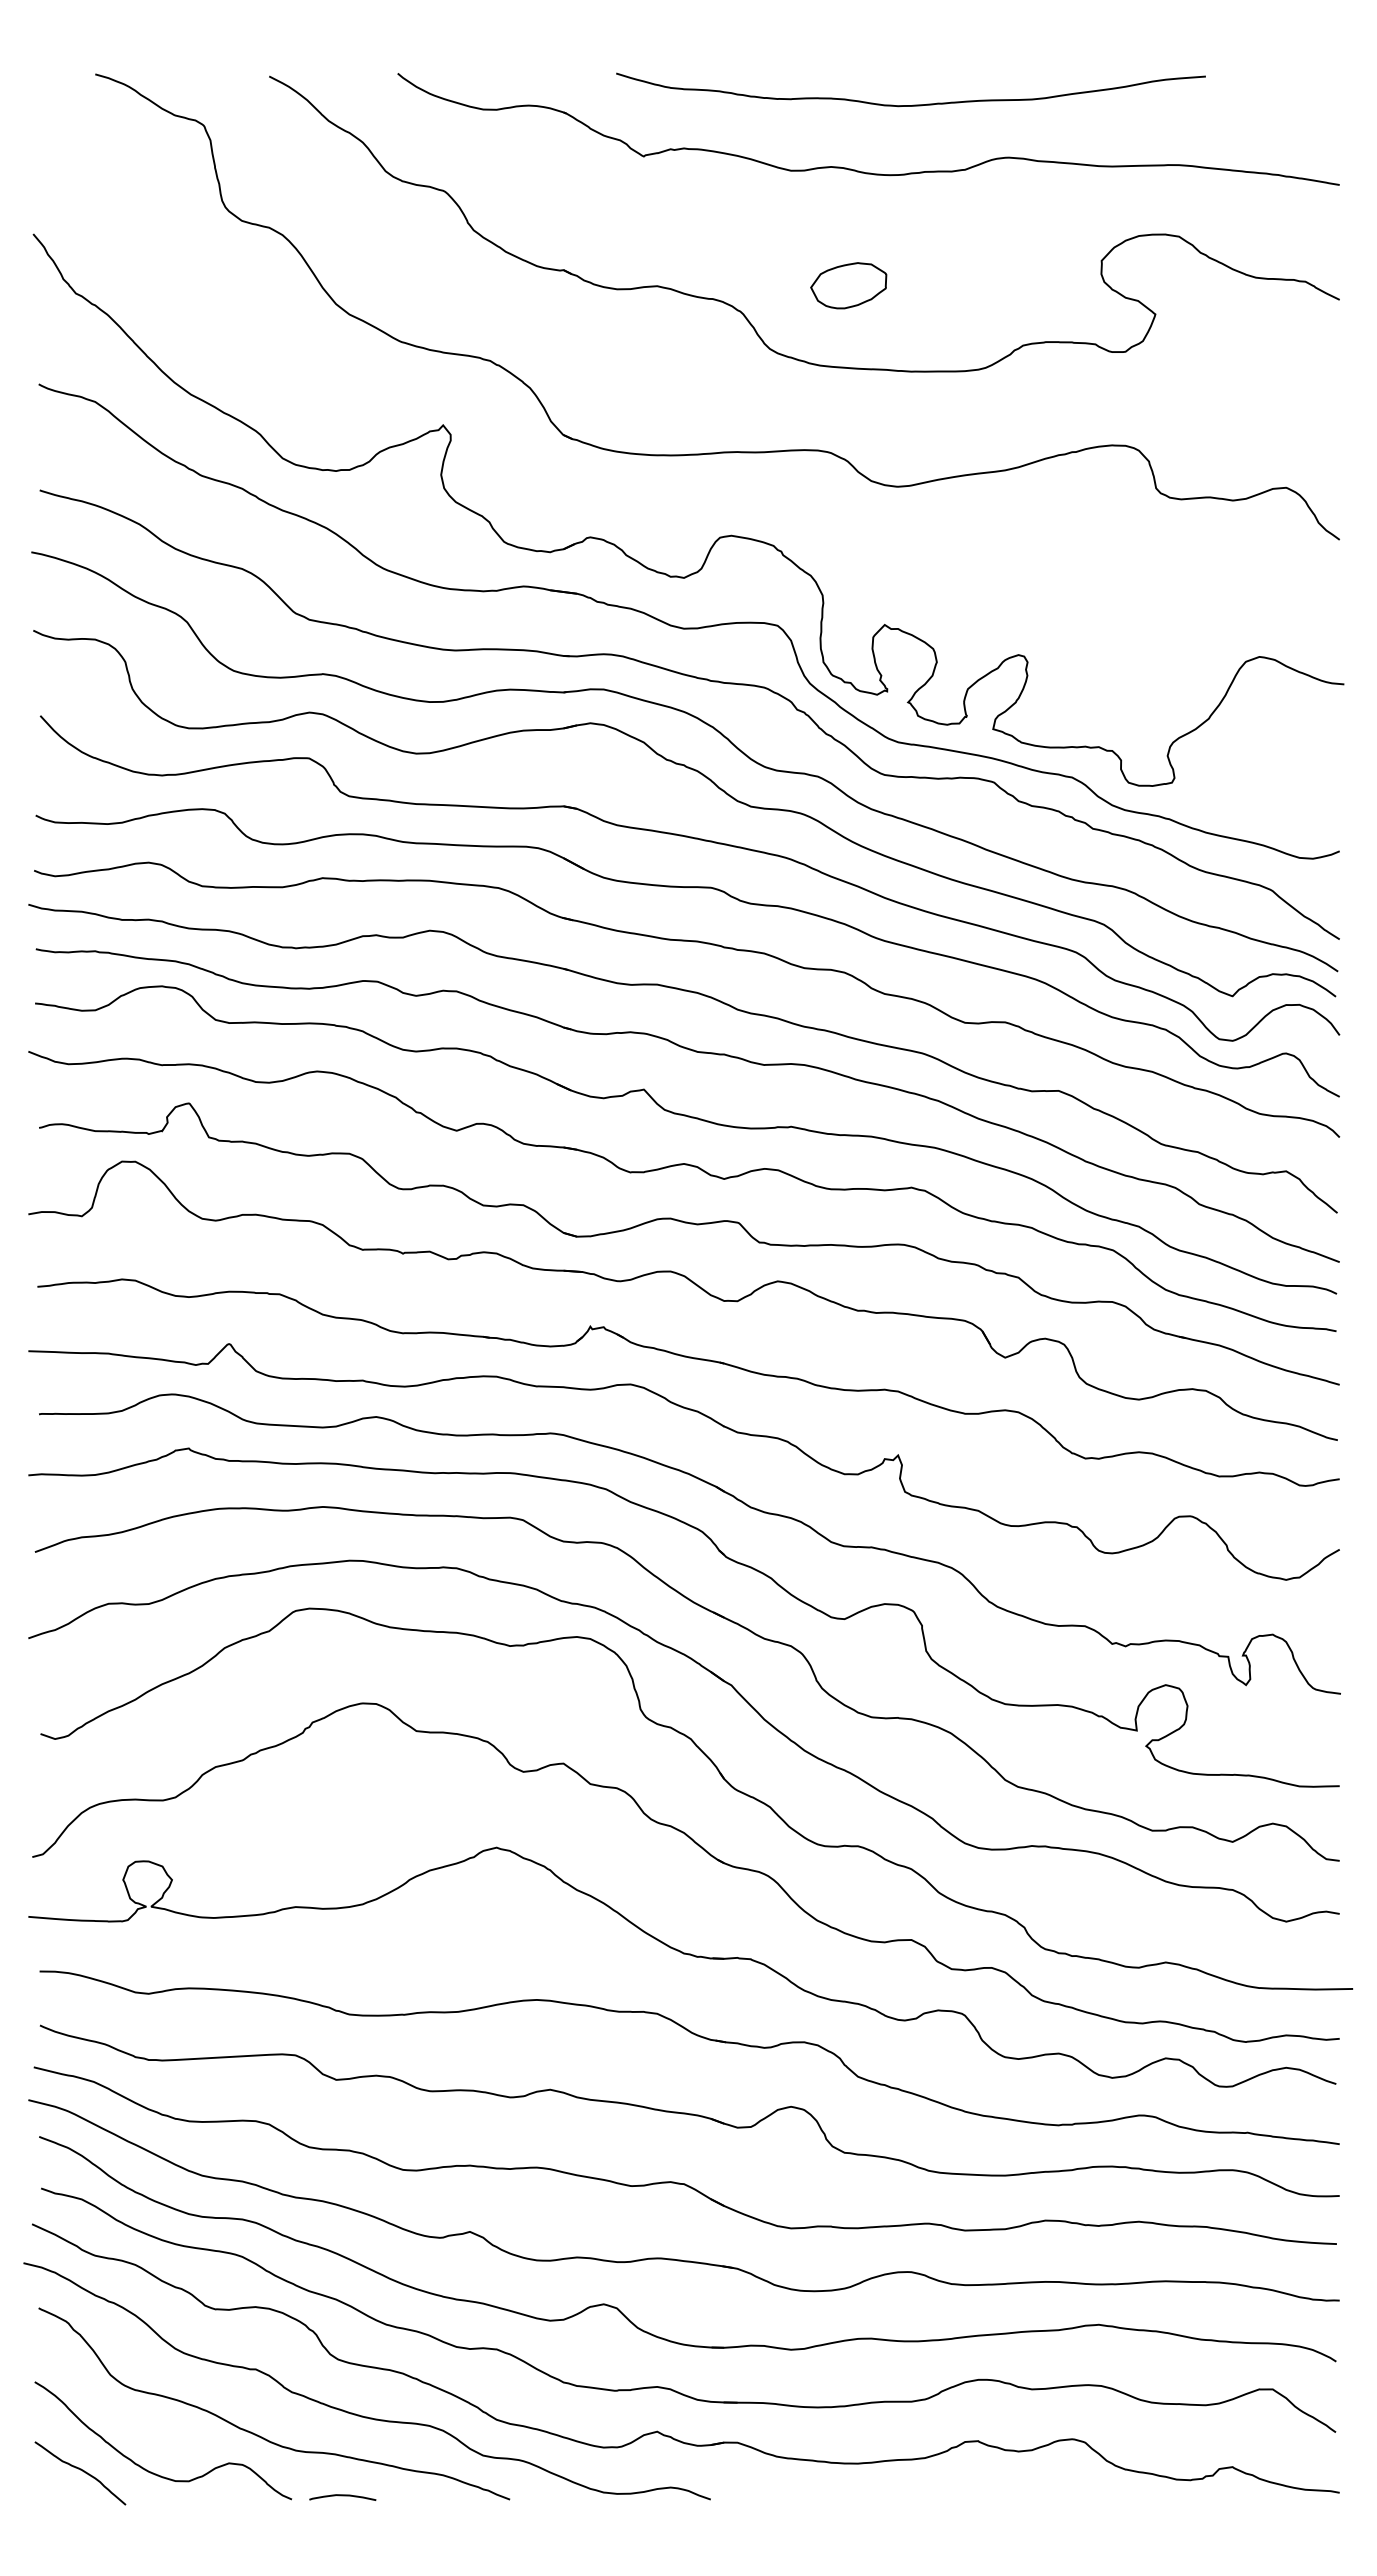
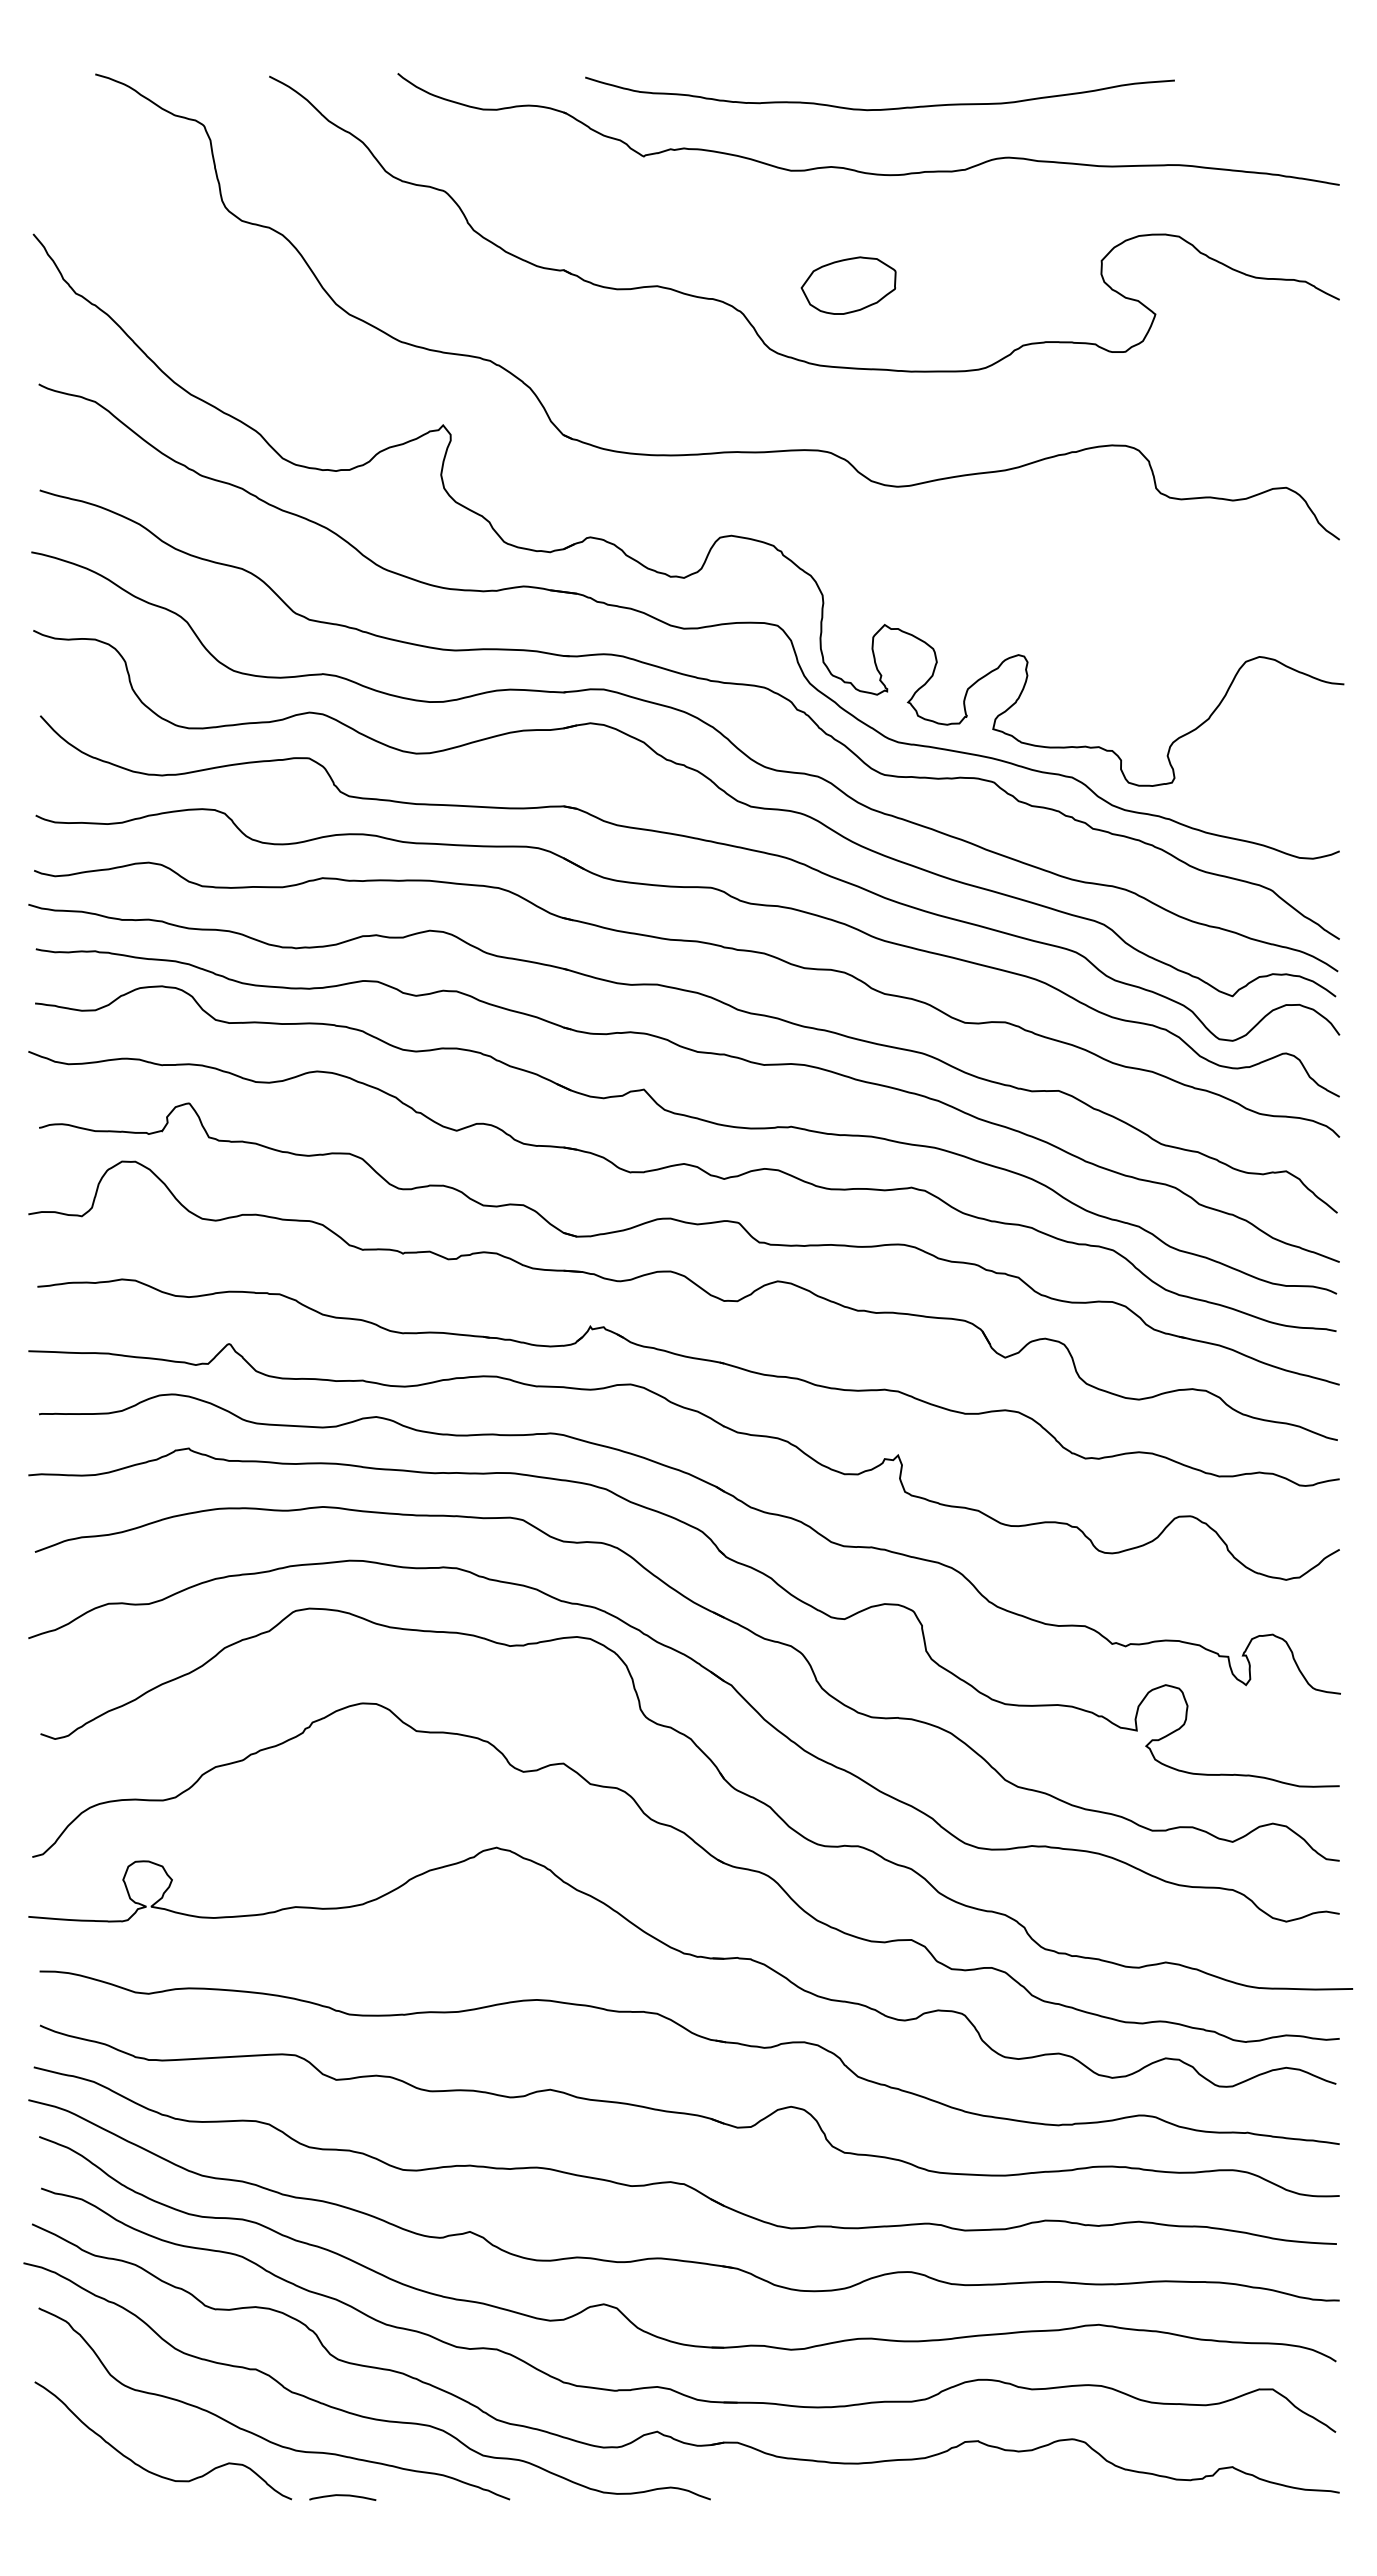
curve at (913, 104) position: (913, 104) -> (882, 108)
part at (848, 285) size: 78x48 px -> 97x59 px
curve at (82, 2471): present -> none
